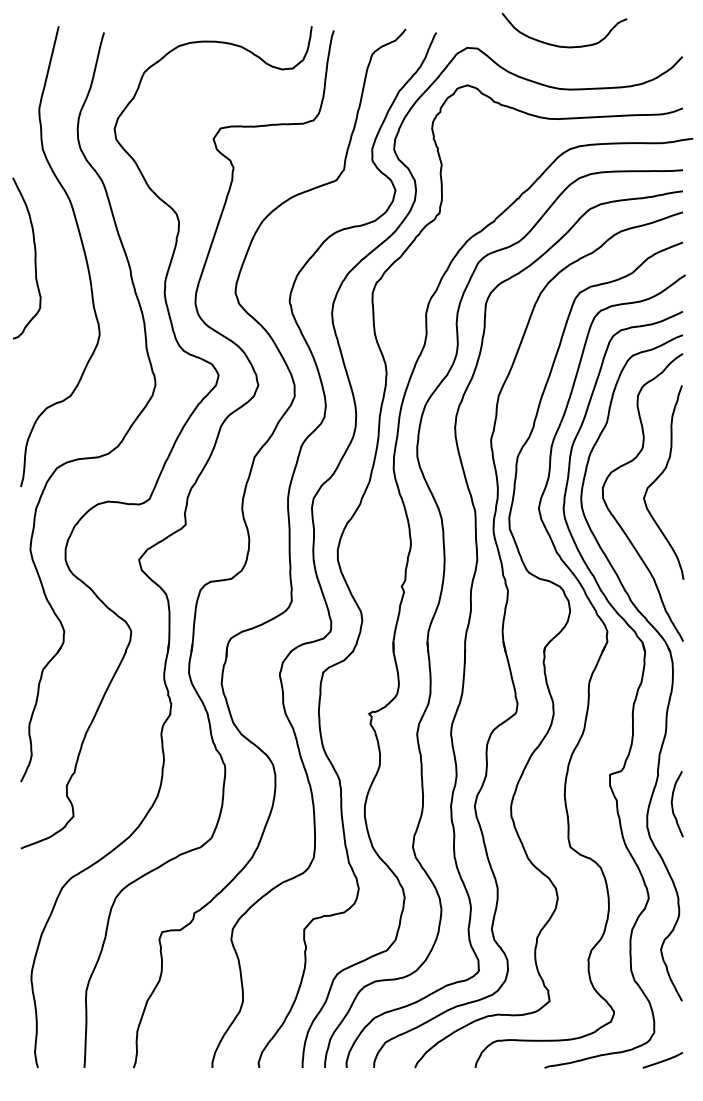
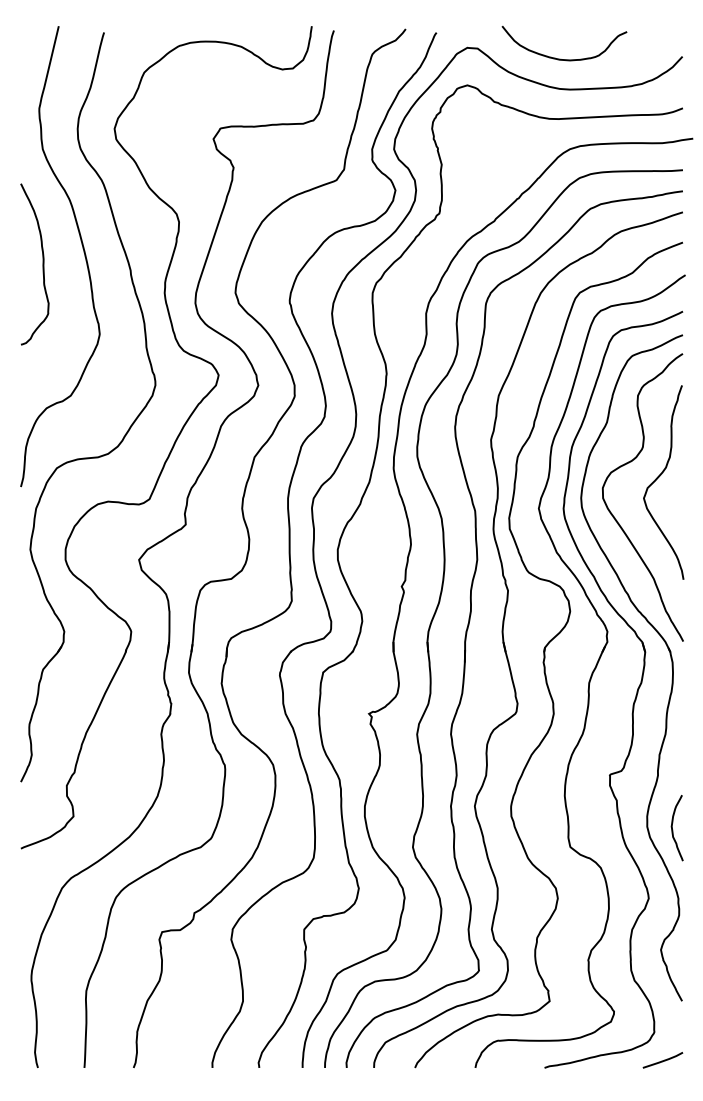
curve at (560, 45) position: (560, 45) -> (560, 58)
curve at (34, 258) position: (34, 258) -> (42, 264)
curve at (673, 806) position: (673, 806) -> (673, 830)
